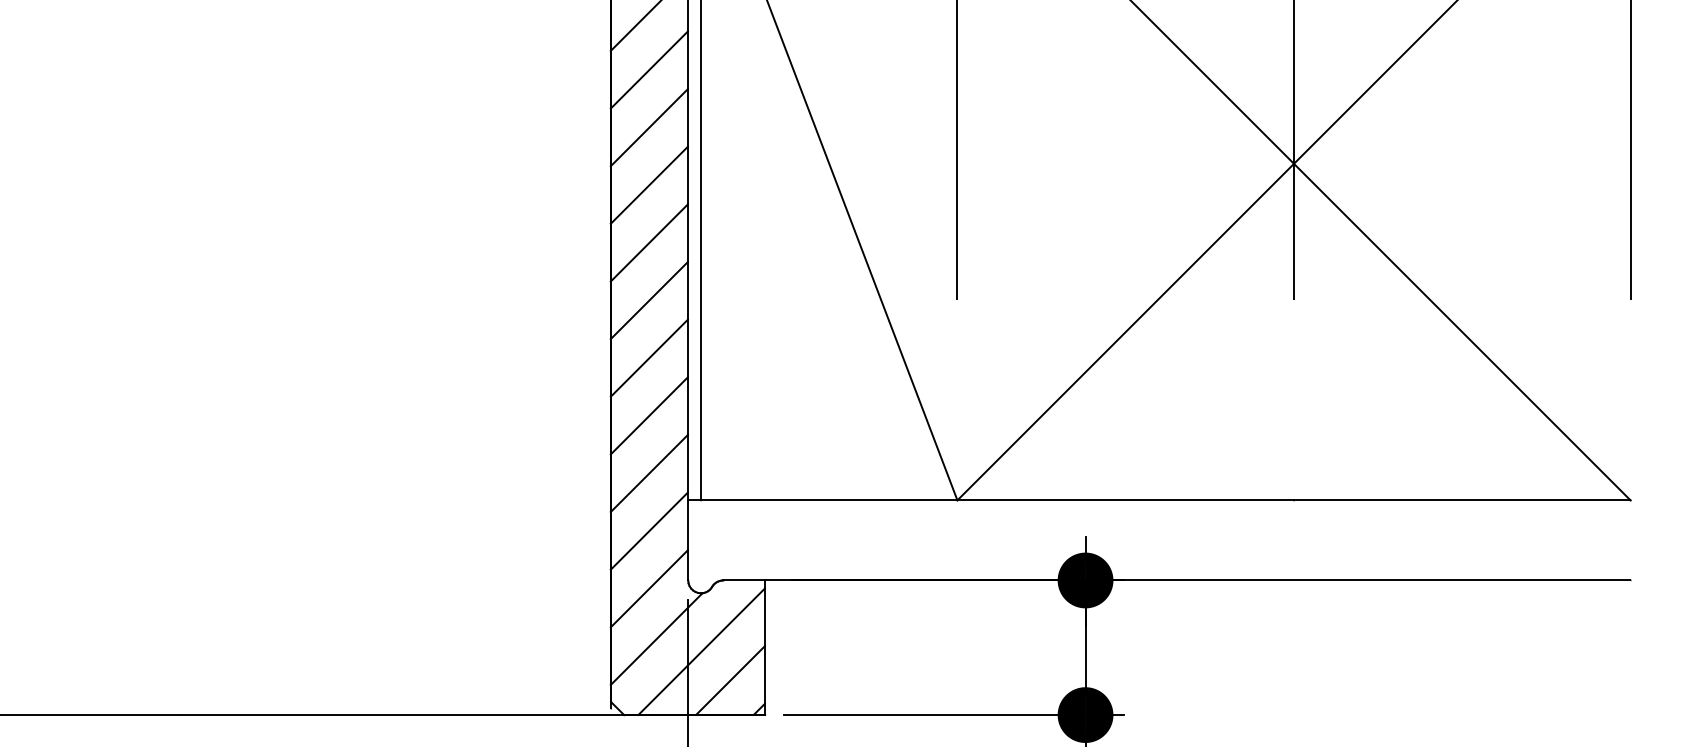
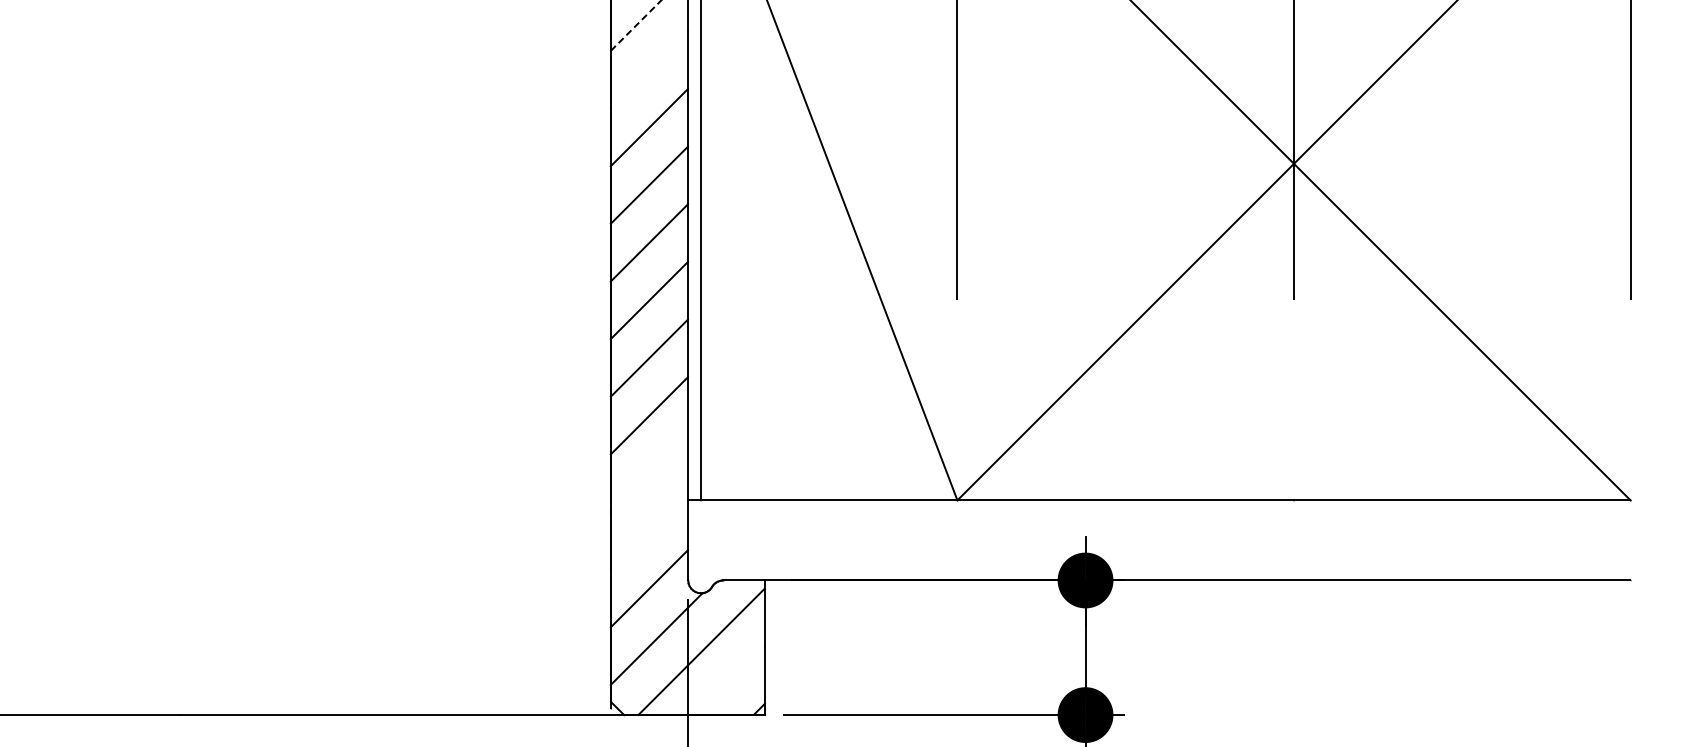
line at (636, 25): solid -> dashed
line at (648, 69): present -> none
line at (648, 473): present -> none
line at (648, 530): present -> none
line at (730, 680): present -> none
